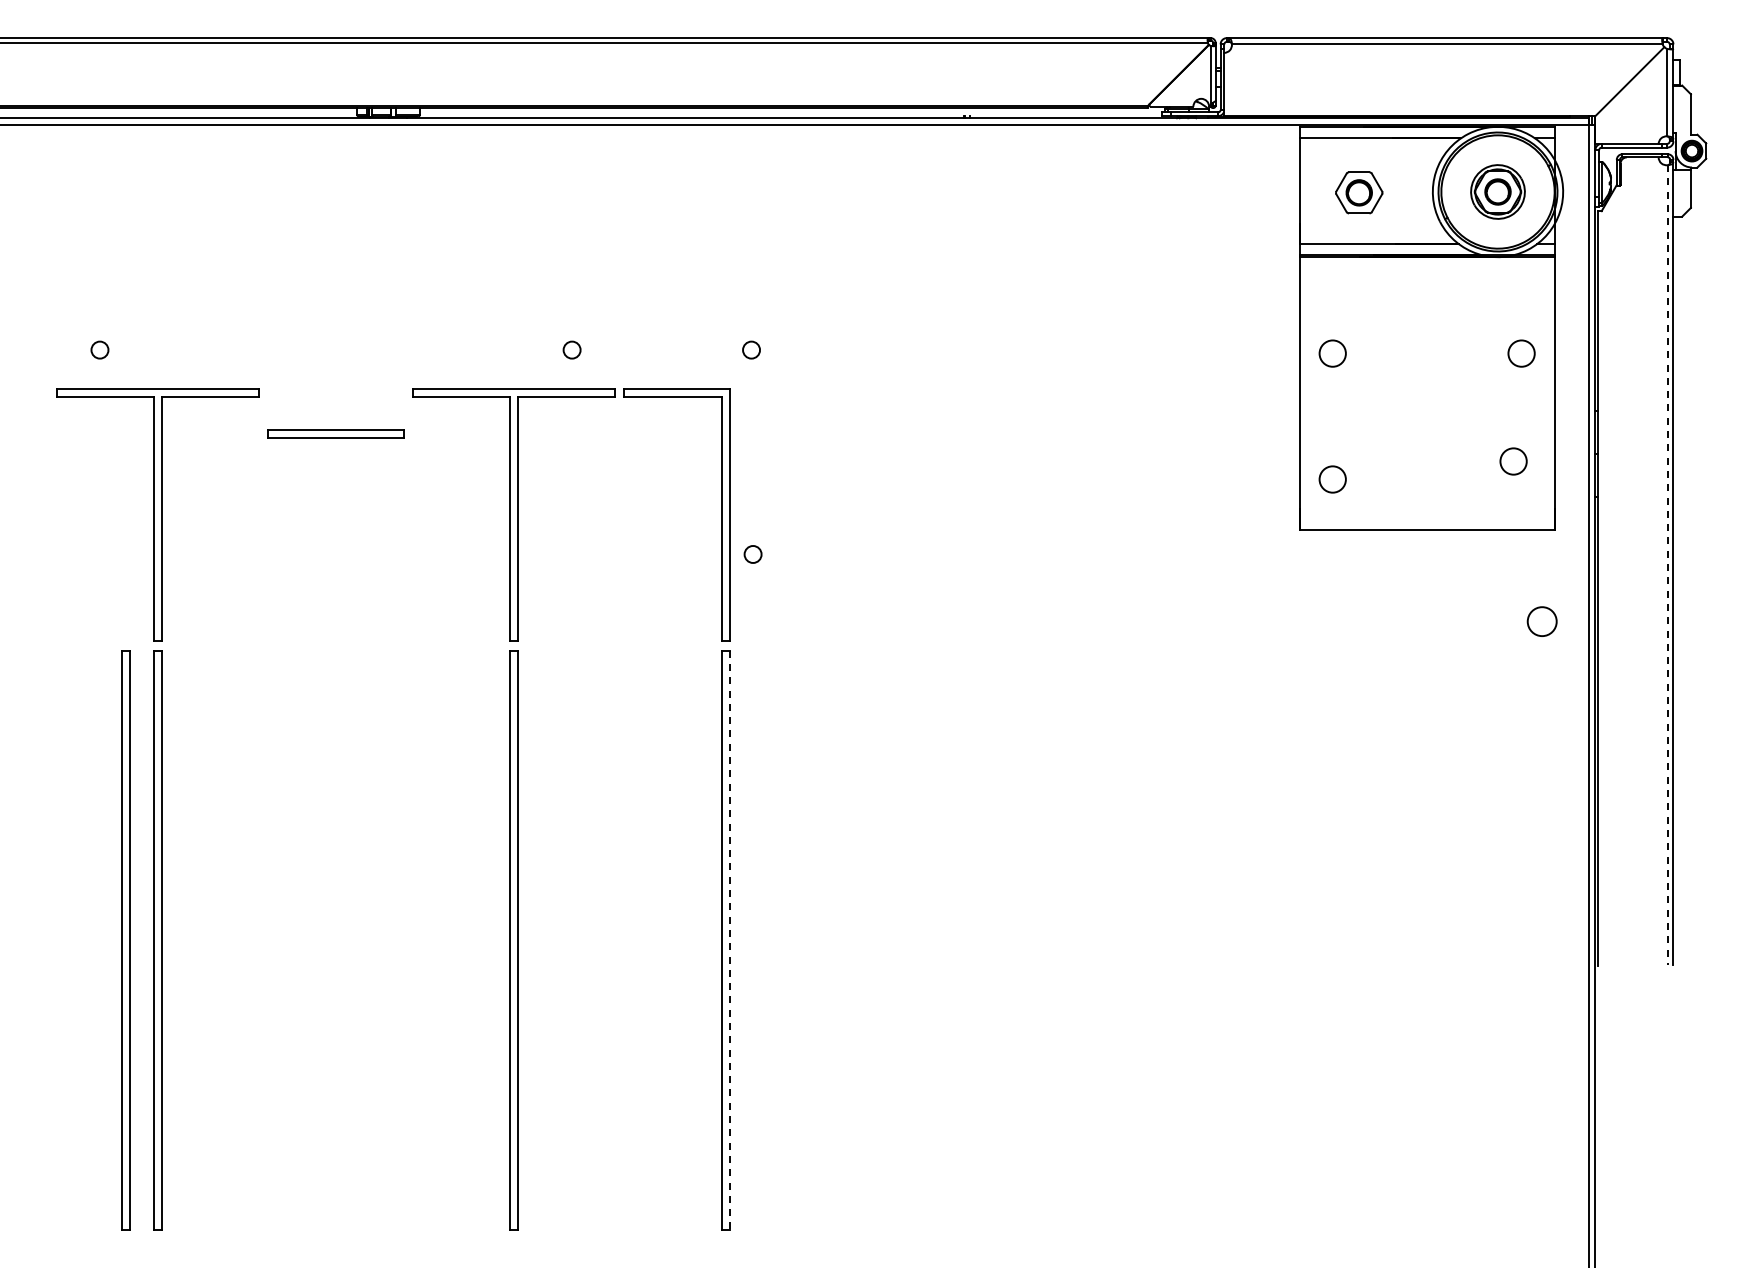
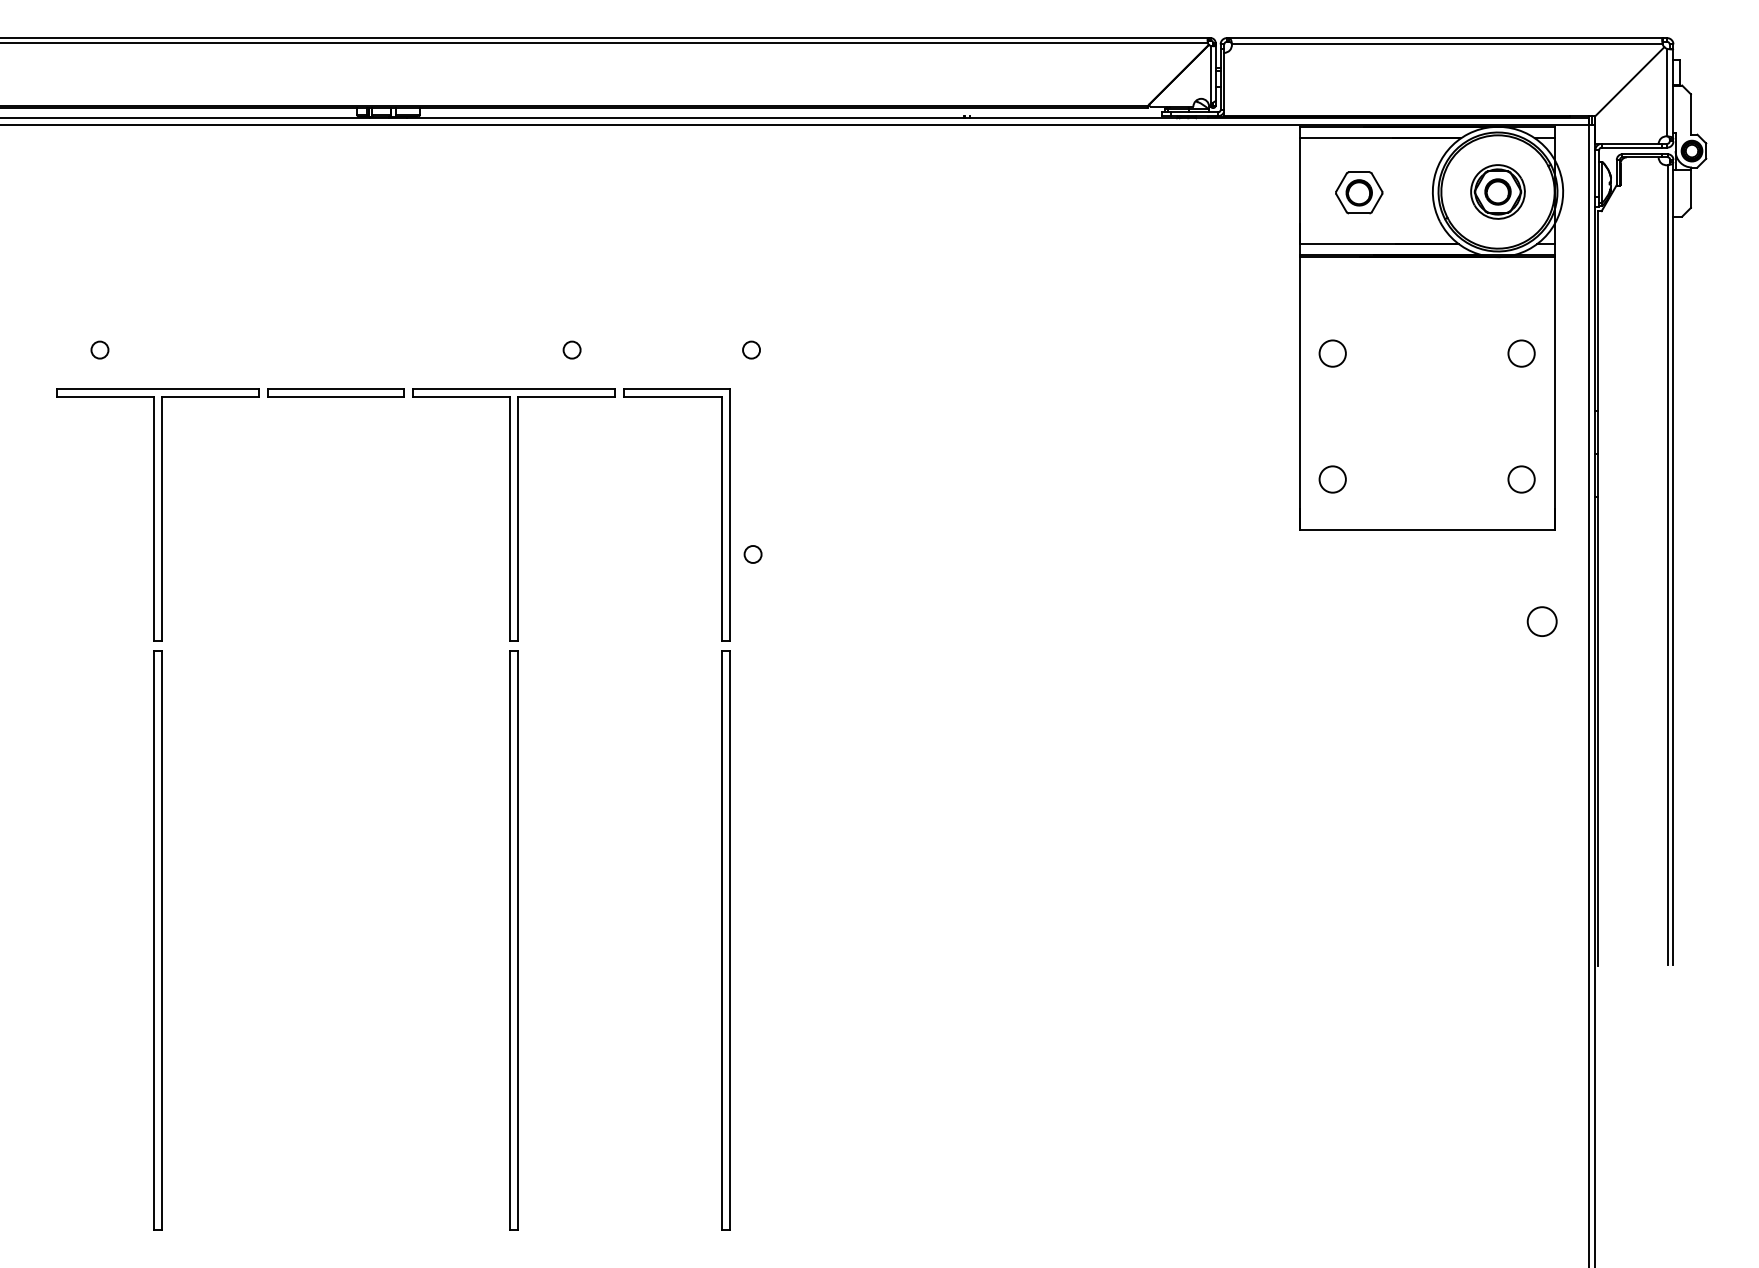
part at (335, 433) position: (335, 433) -> (335, 392)
circle at (1513, 461) position: (1513, 461) -> (1521, 479)
line at (1667, 565): dashed -> solid
part at (125, 940): present -> none
line at (729, 940): dashed -> solid
